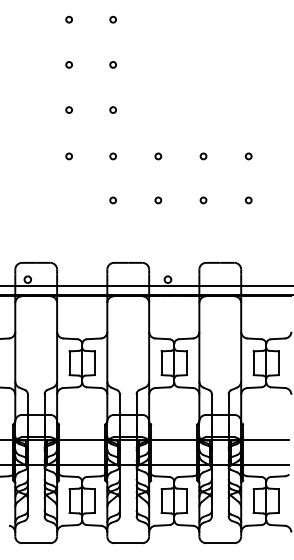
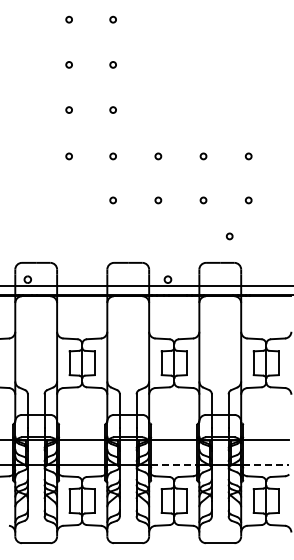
circle at (229, 236): none -> present
line at (174, 465): solid -> dashed
line at (266, 465): solid -> dashed
